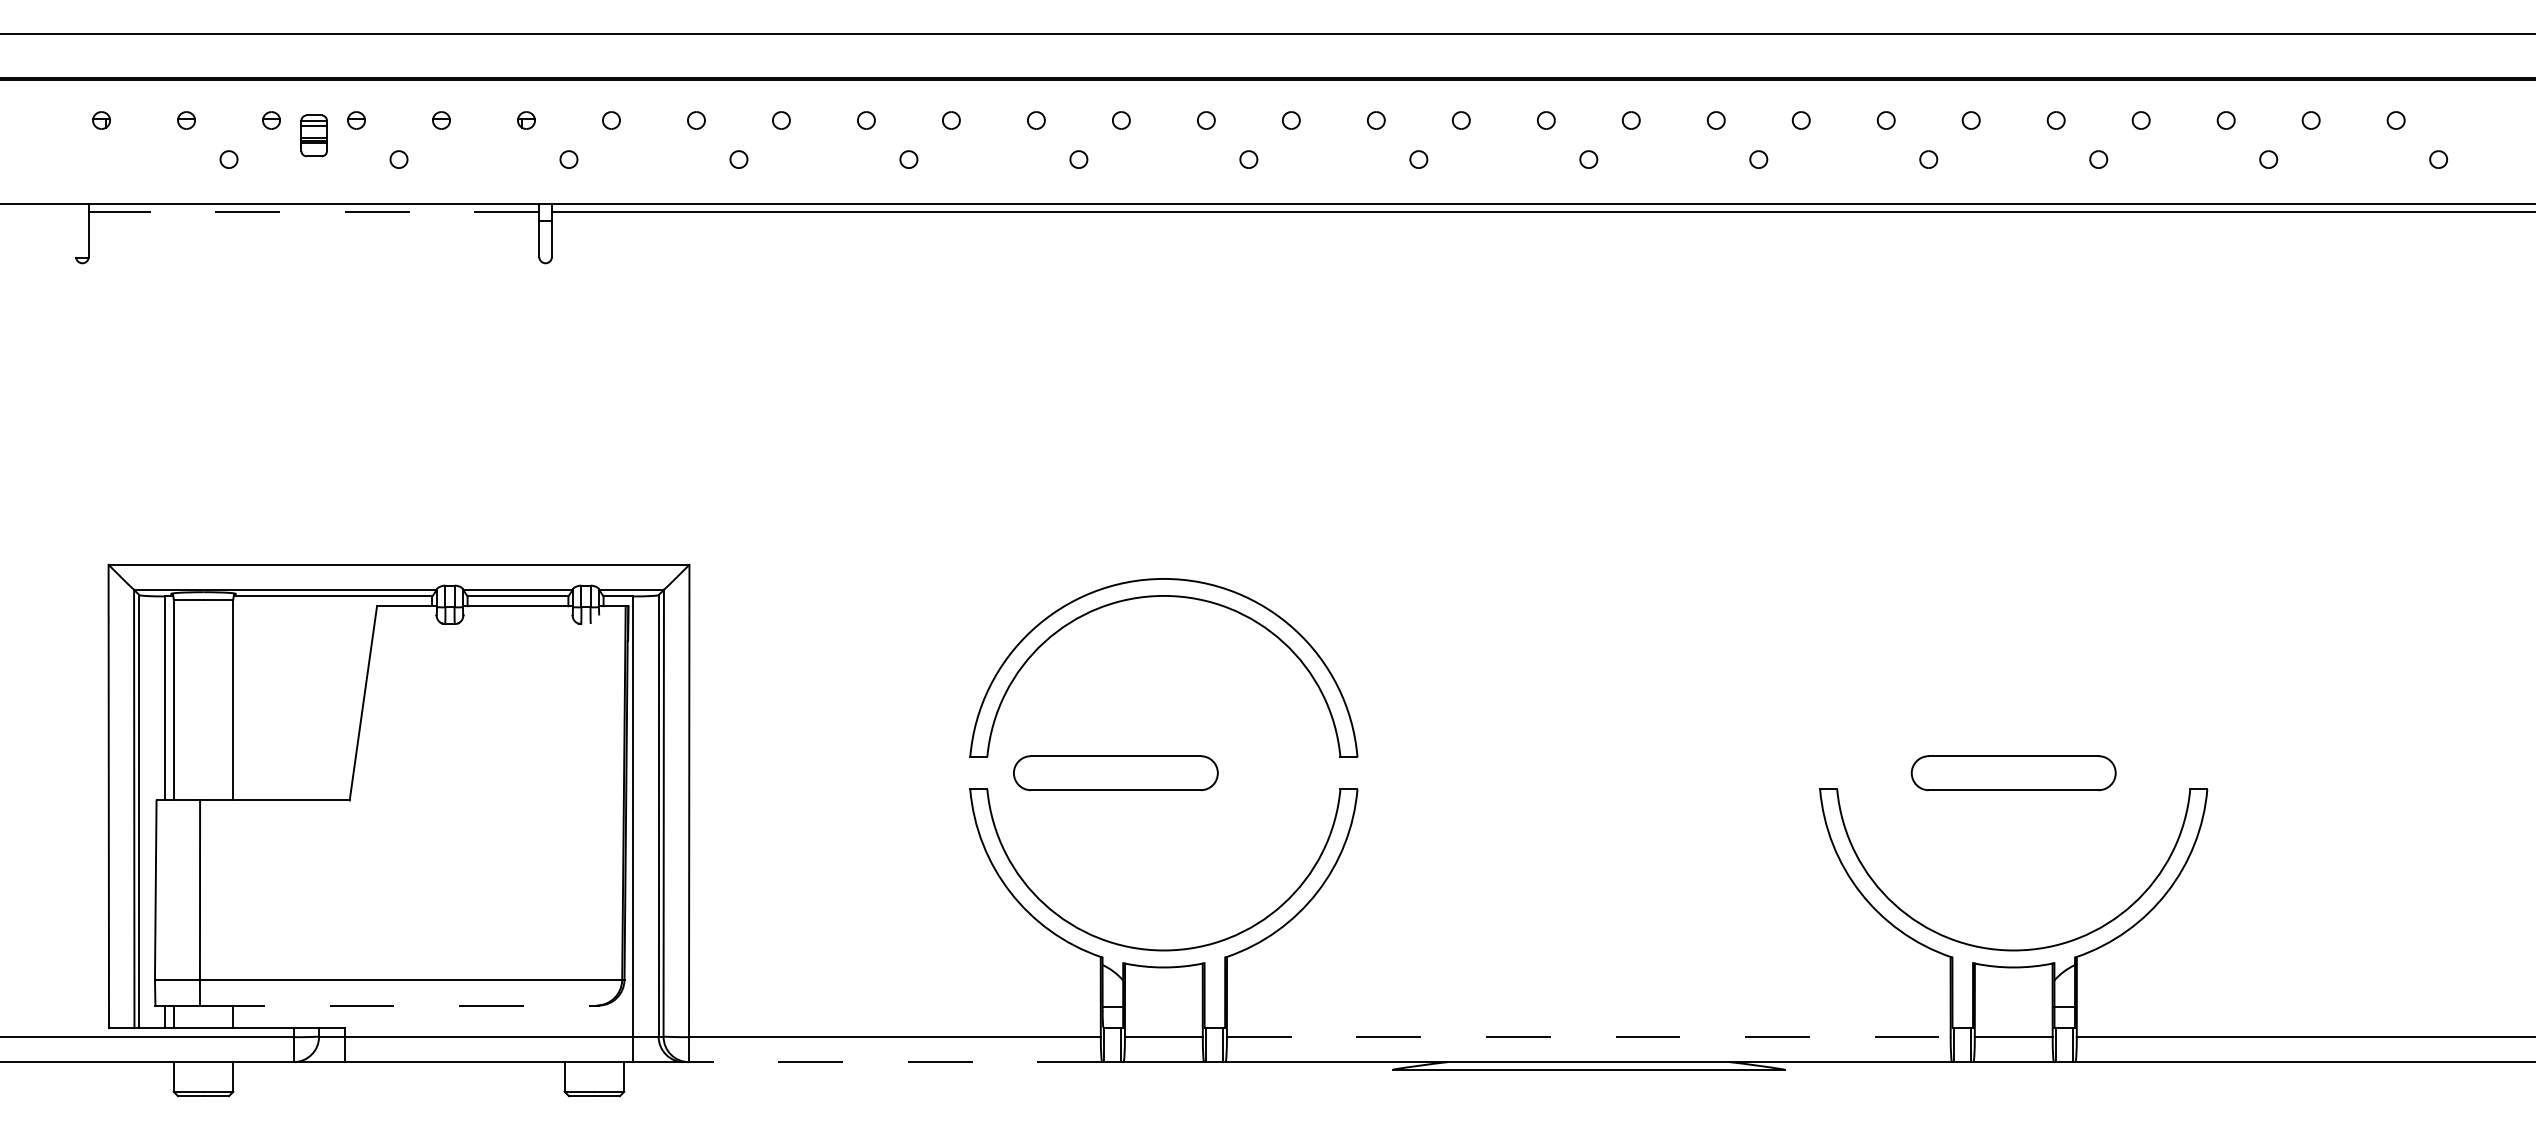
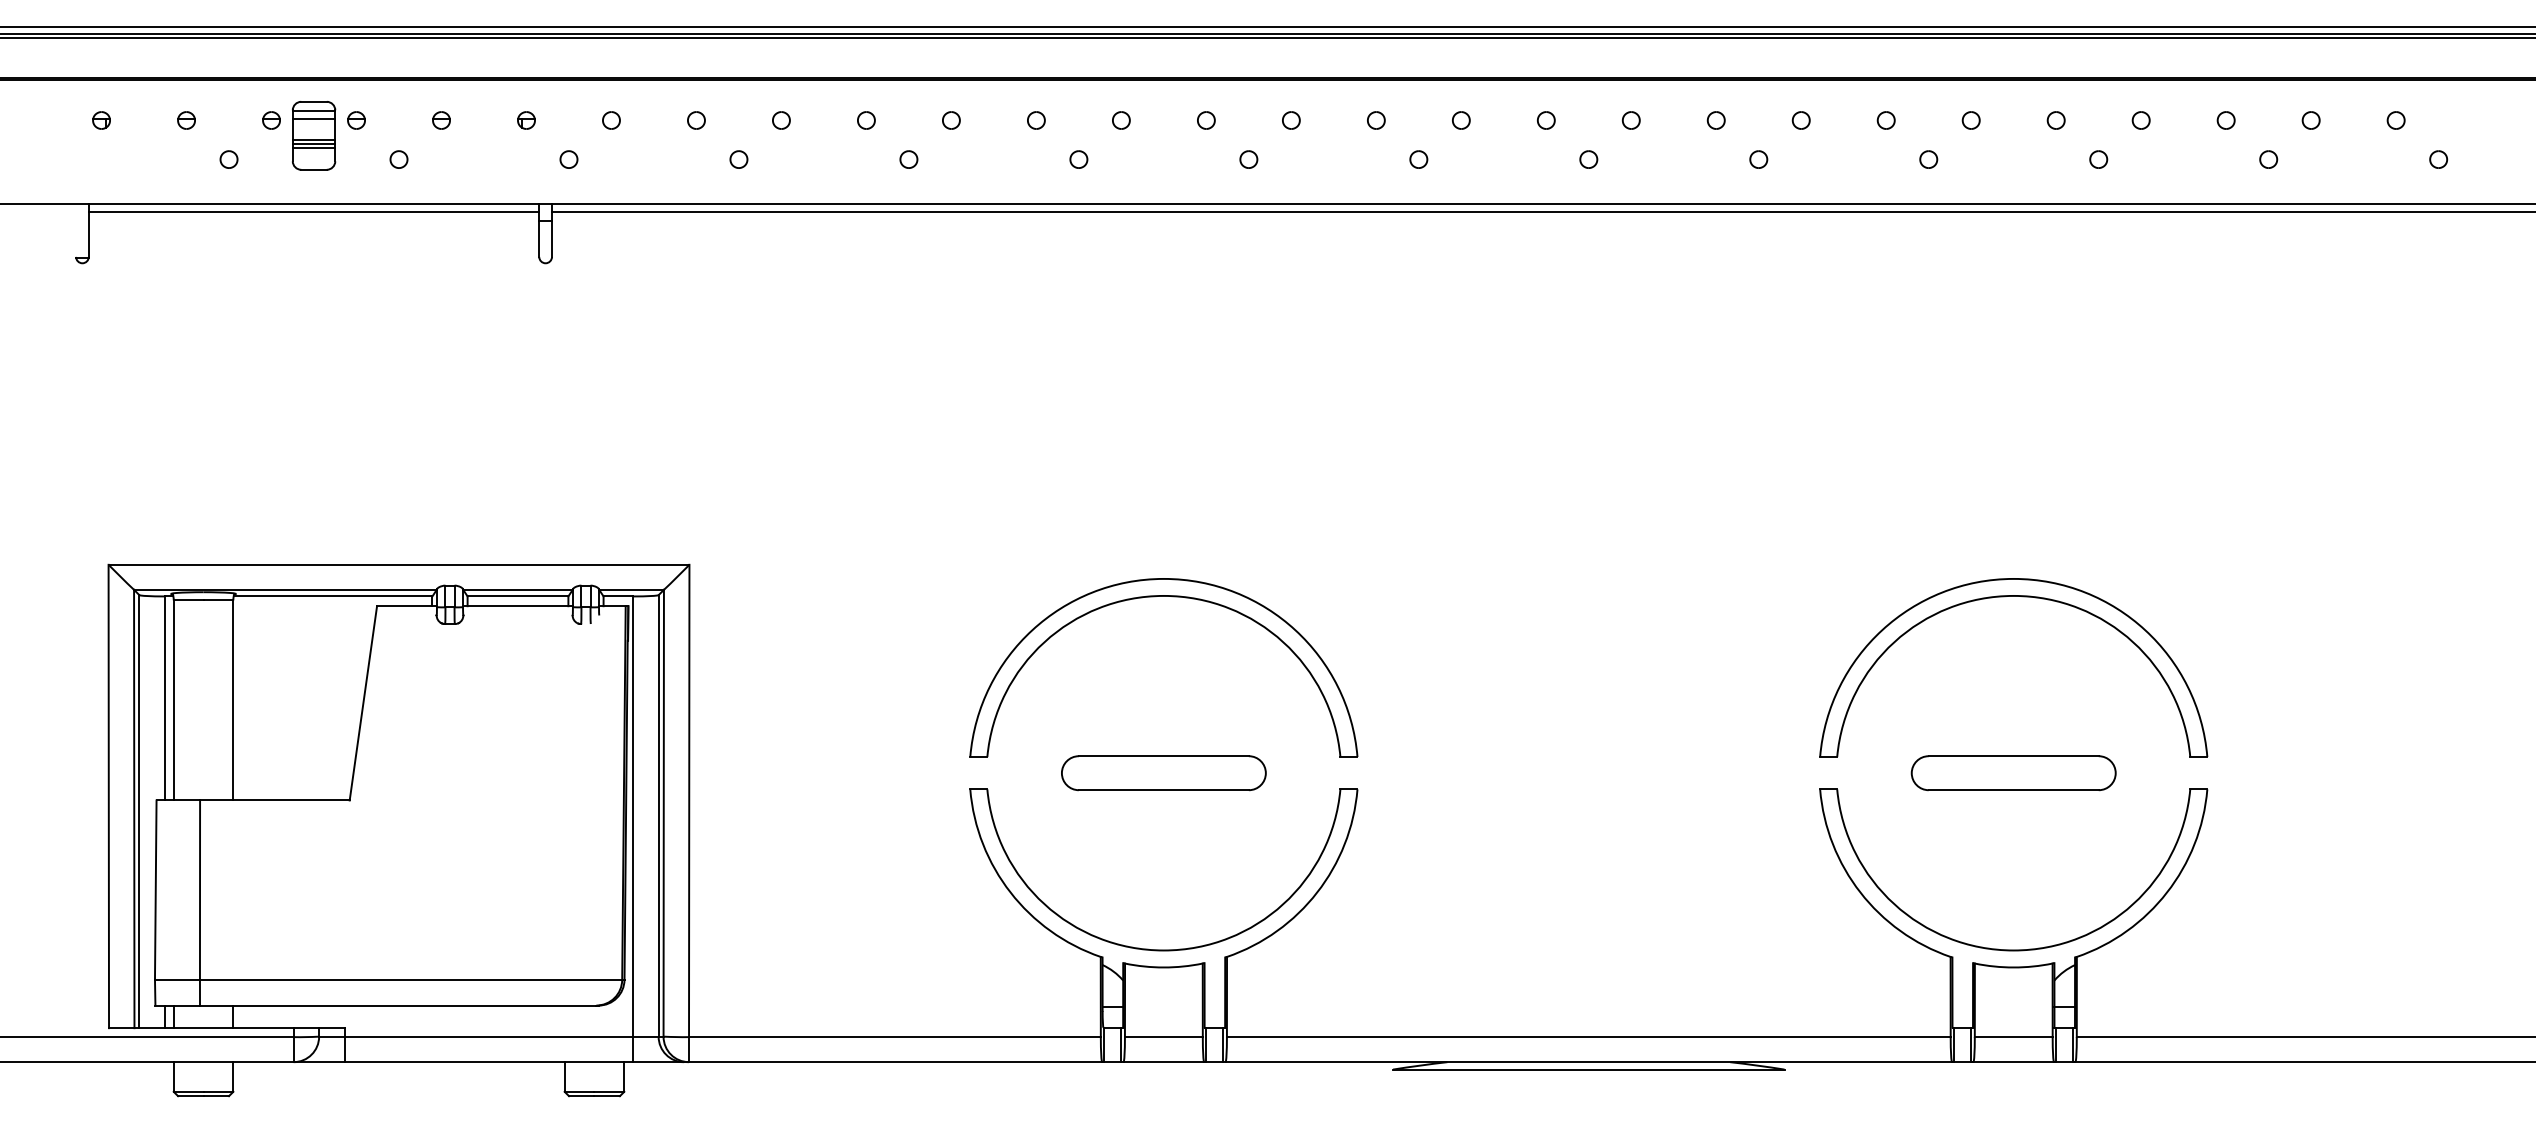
line at (1267, 27): none -> present
line at (1267, 38): none -> present
part at (313, 135) size: 28x44 px -> 45x70 px
line at (313, 212): dashed -> solid
part at (2004, 597): none -> present
part at (1115, 773) position: (1115, 773) -> (1163, 773)
line at (398, 1005): dashed -> solid
line at (1588, 1037): dashed -> solid
line at (895, 1062): dashed -> solid
